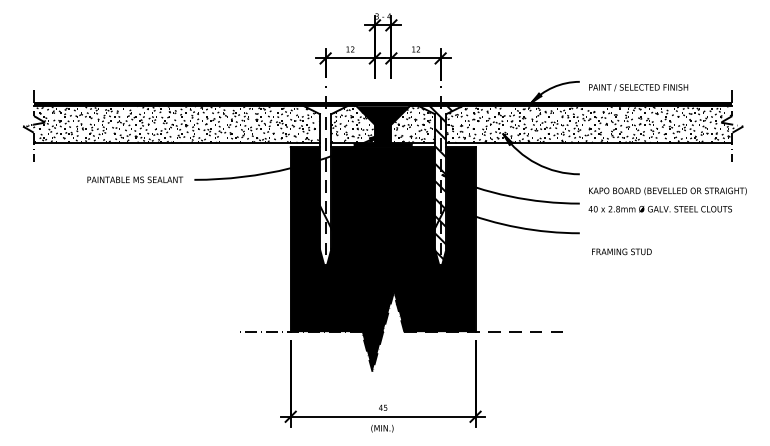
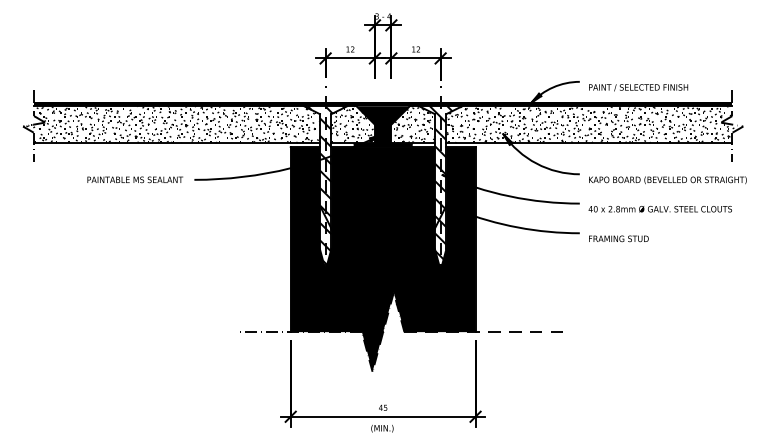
hatch at (325, 185): none -> present
text at (667, 191) position: (667, 191) -> (667, 180)
text at (621, 251) position: (621, 251) -> (618, 238)
